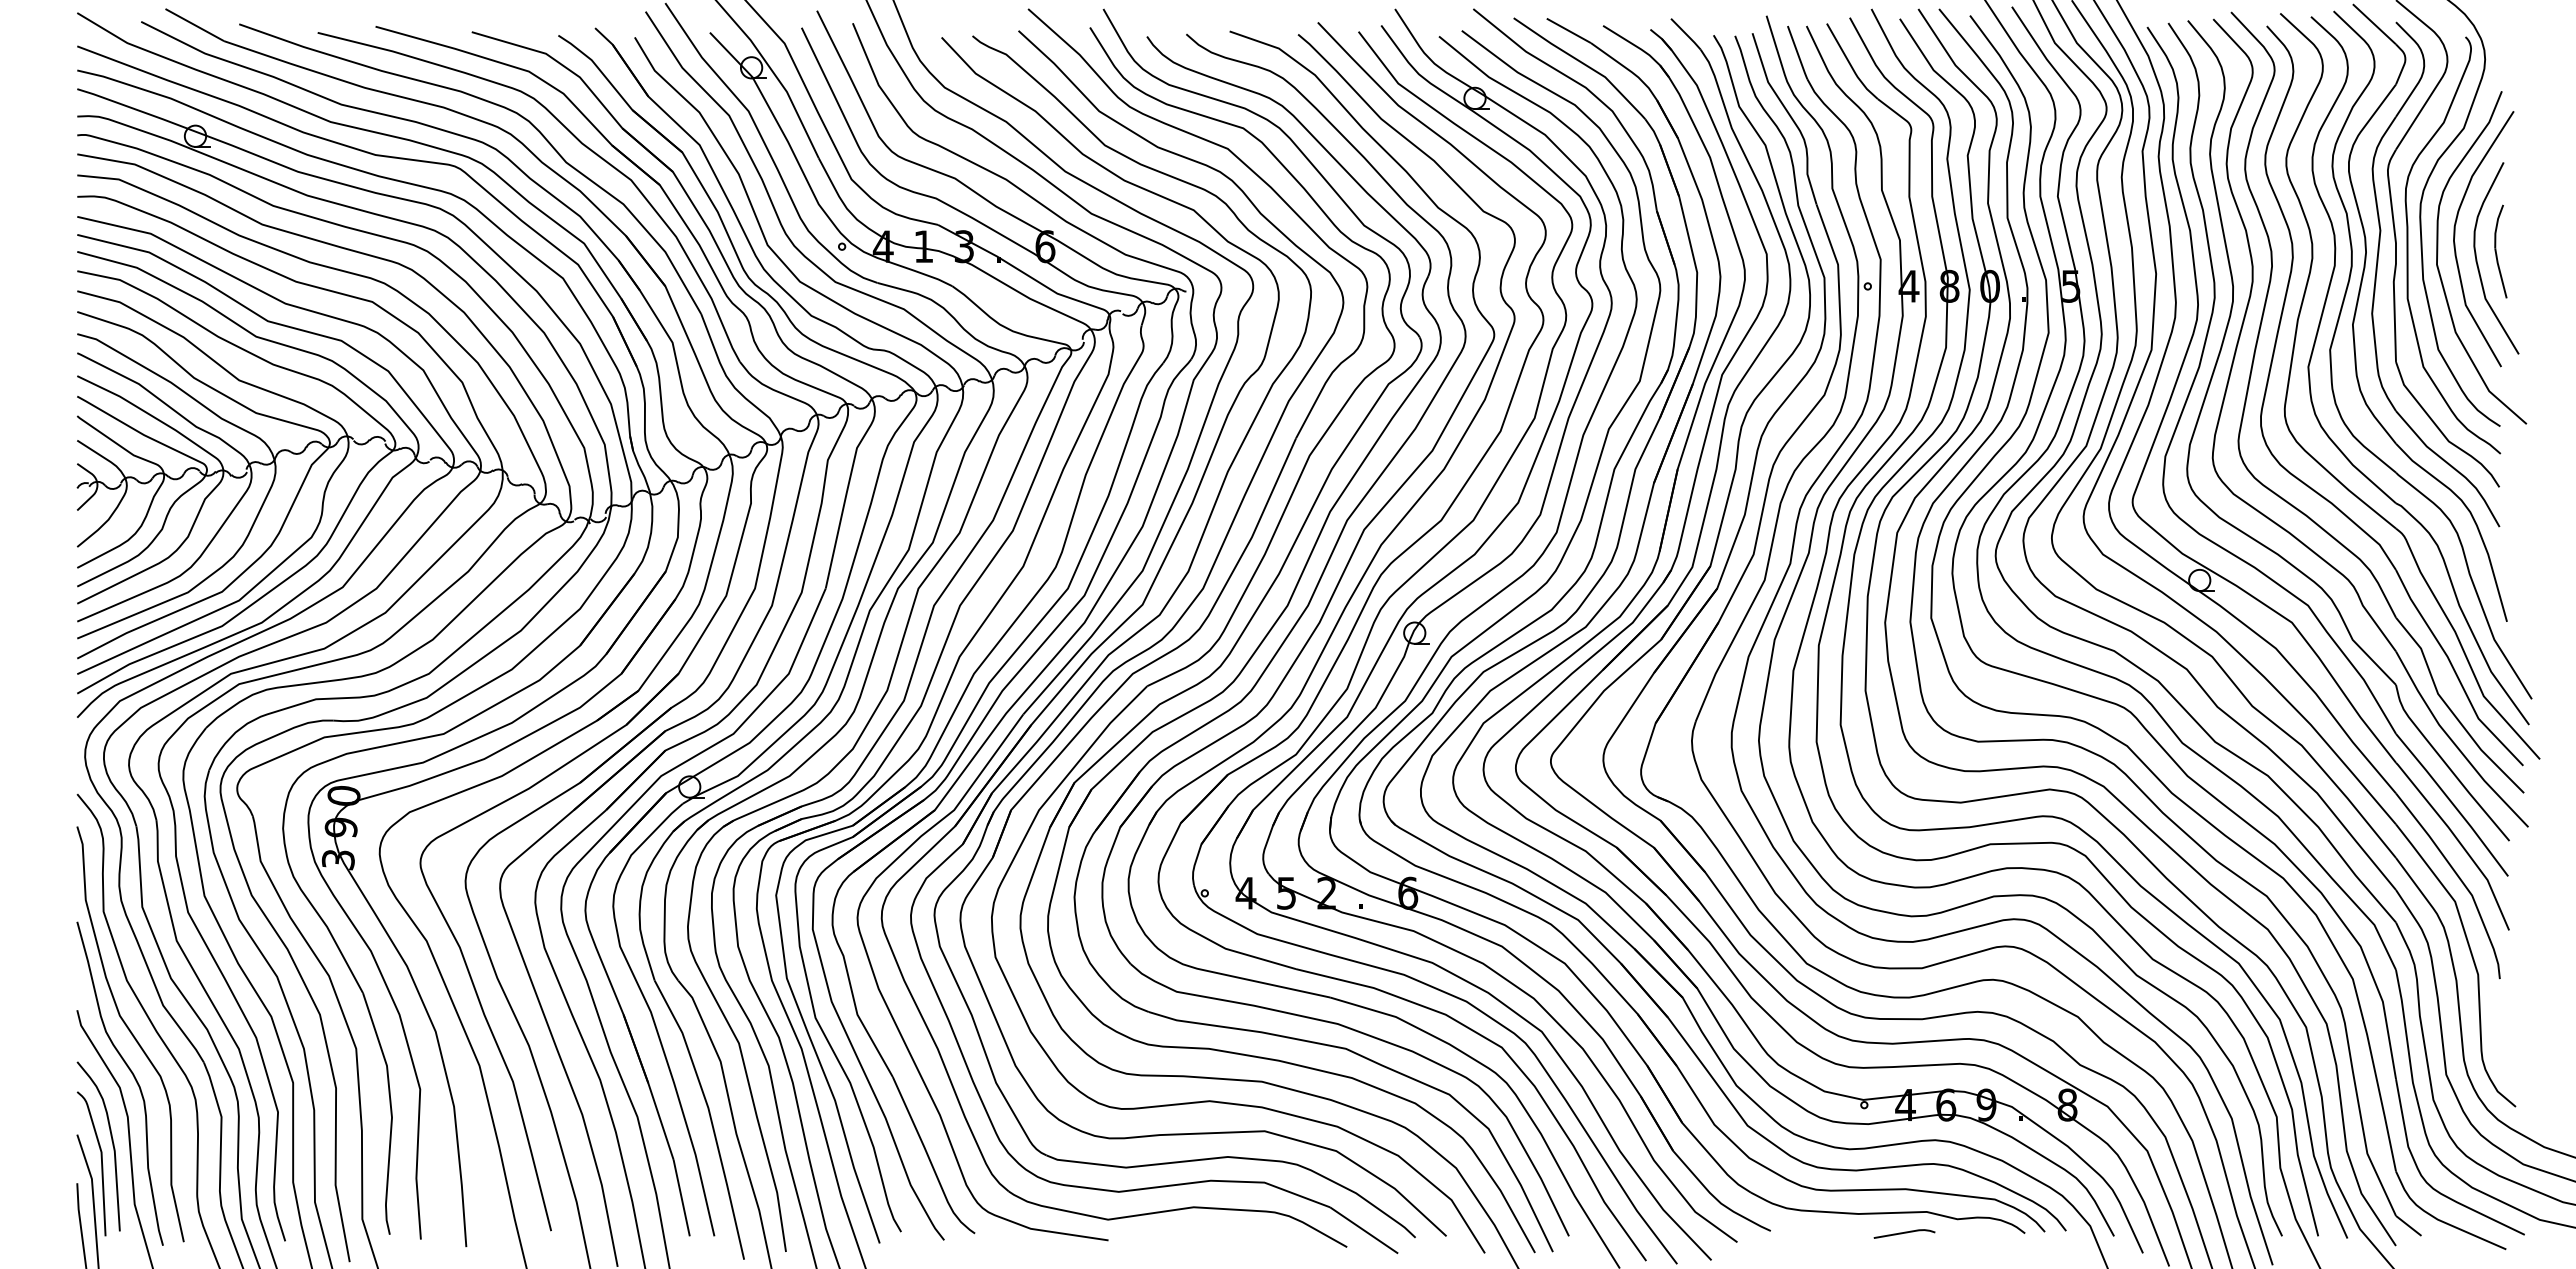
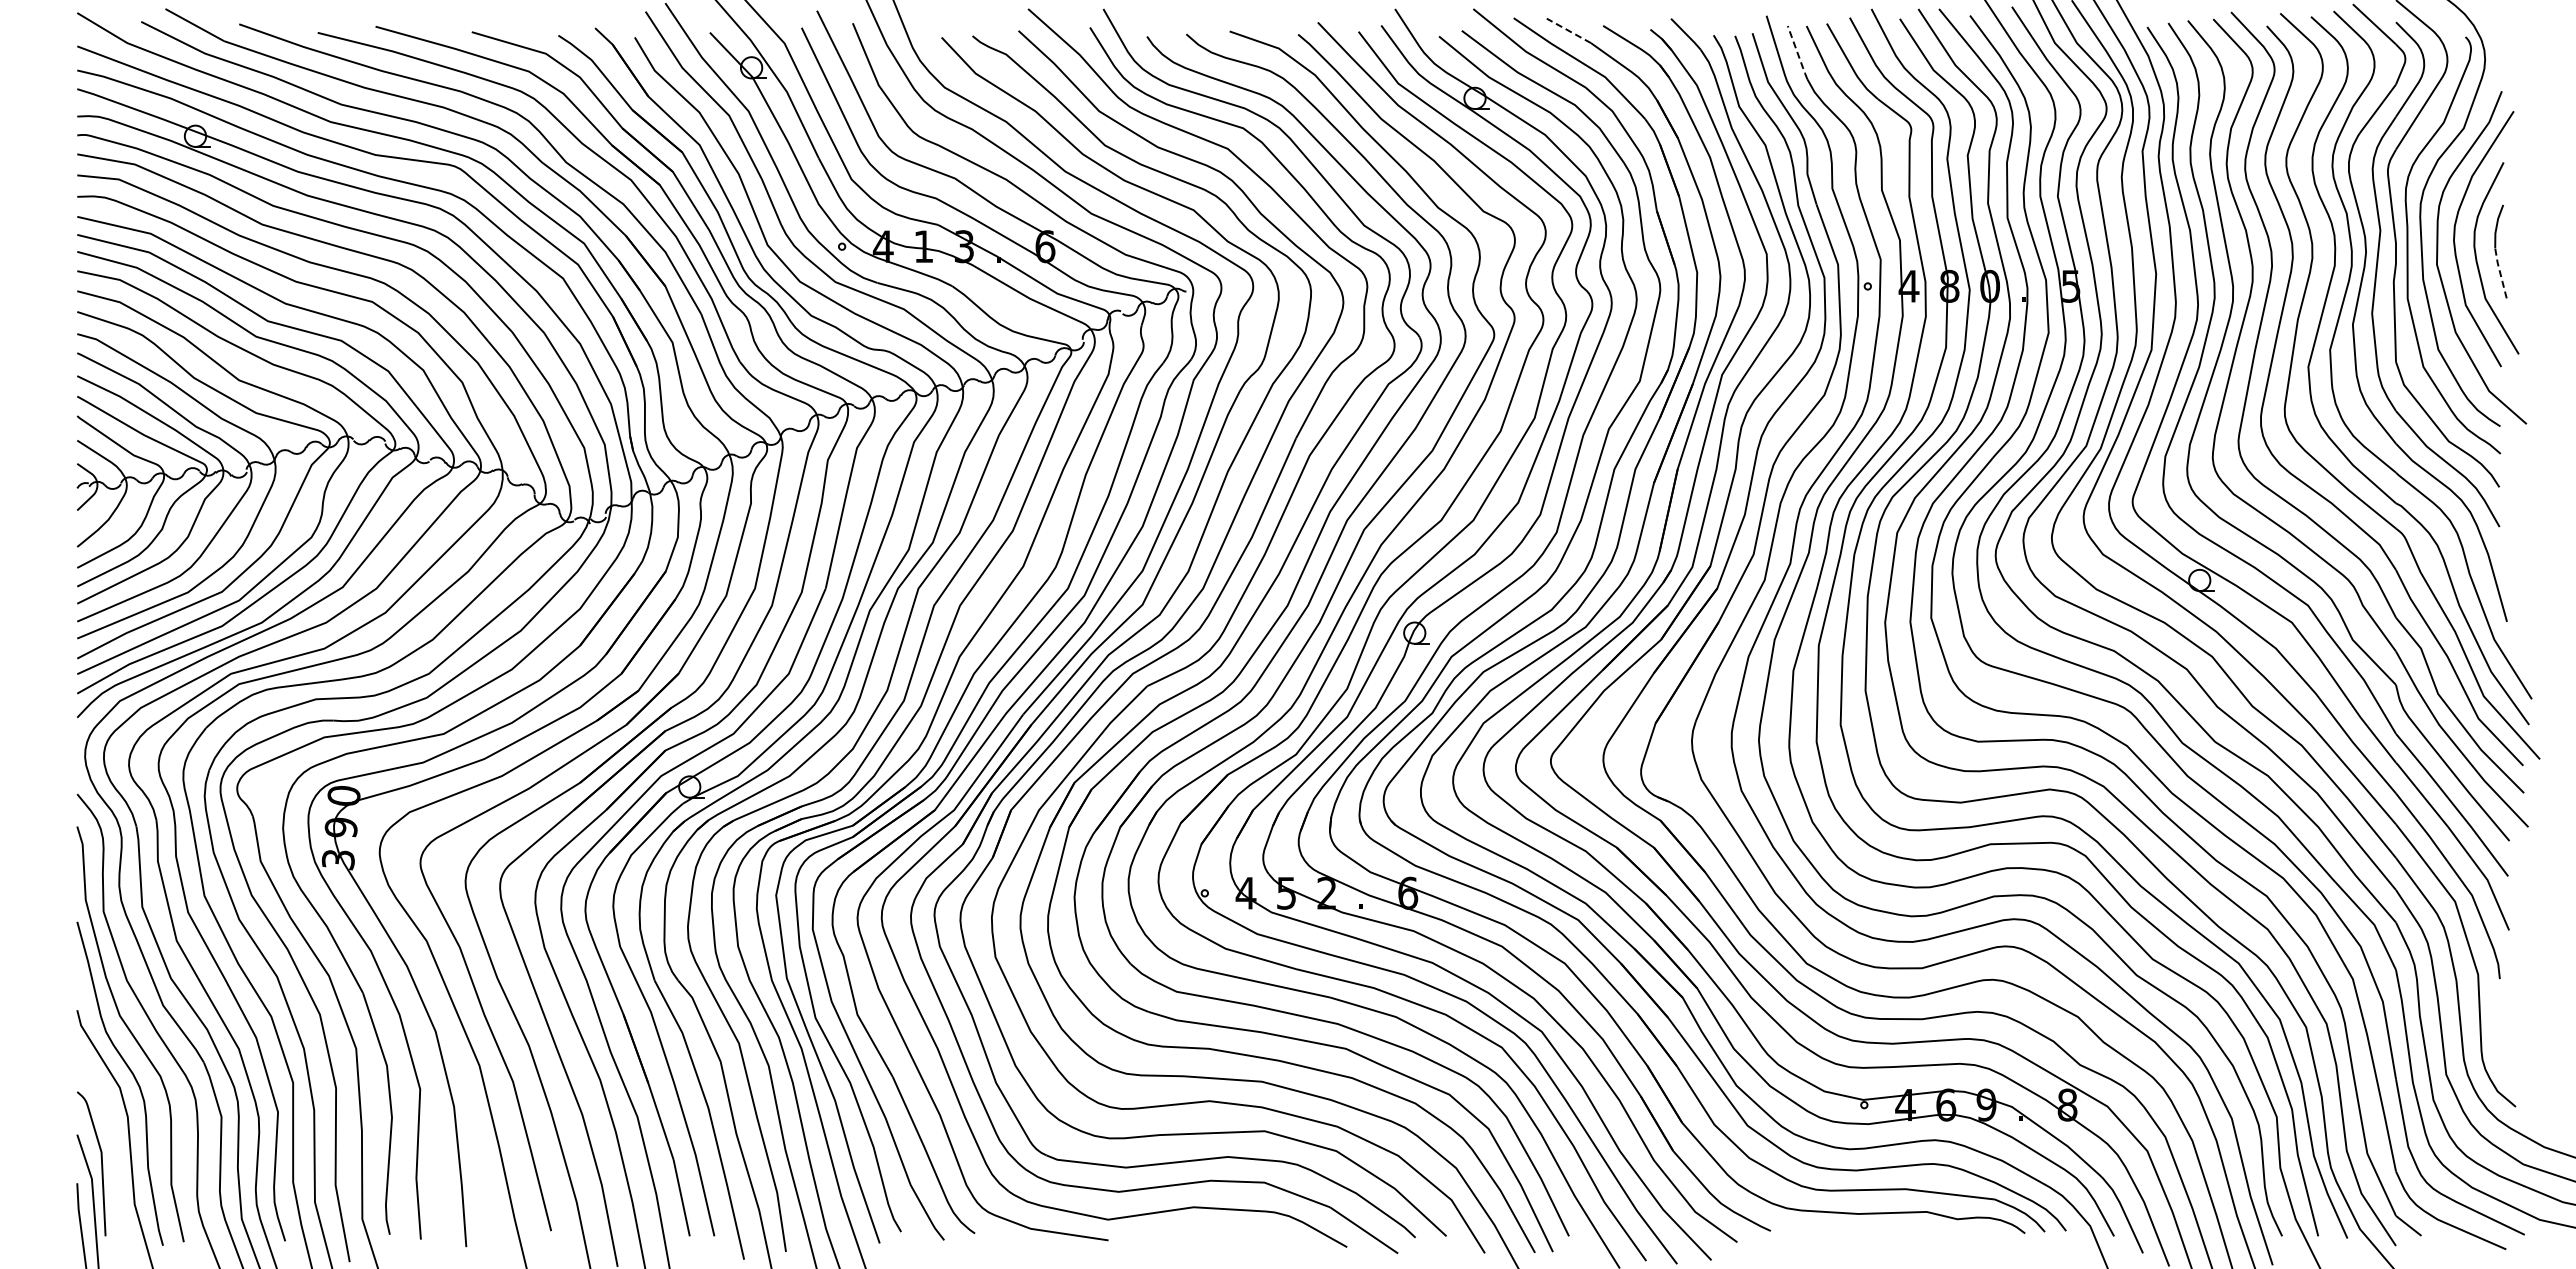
line at (1568, 30): solid -> dashed
line at (1797, 52): solid -> dashed
line at (2500, 272): solid -> dashed
curve at (111, 1141): present -> none
curve at (1904, 1233): present -> none
